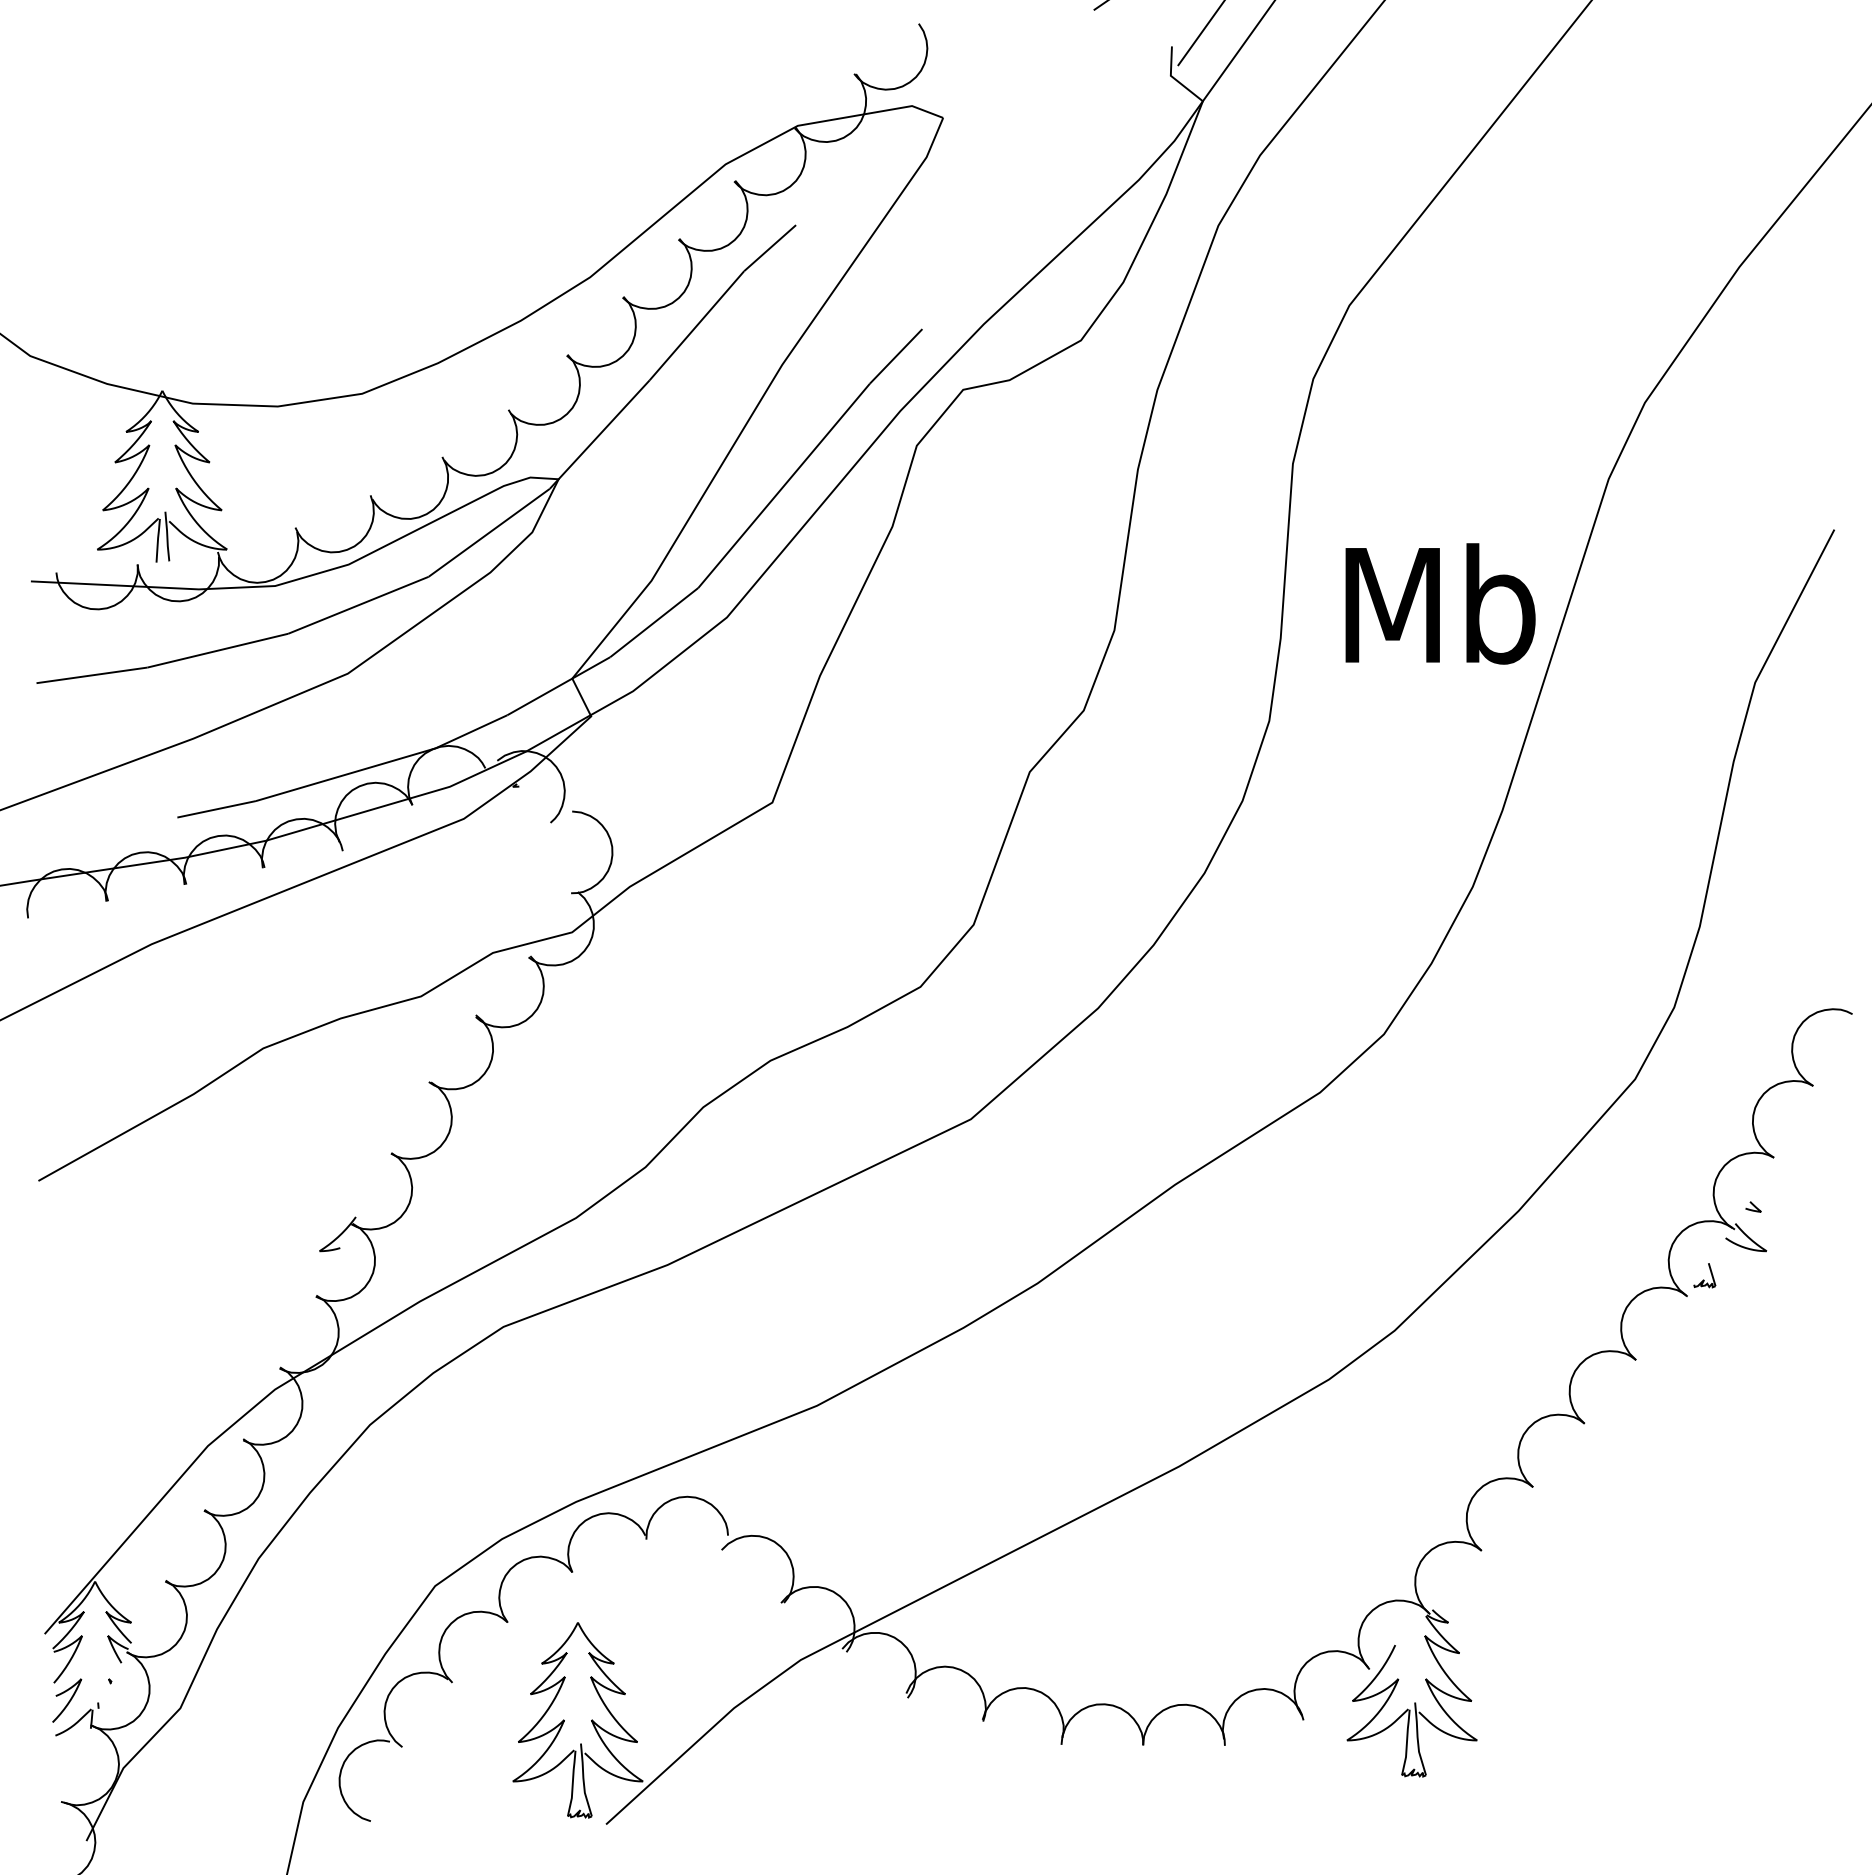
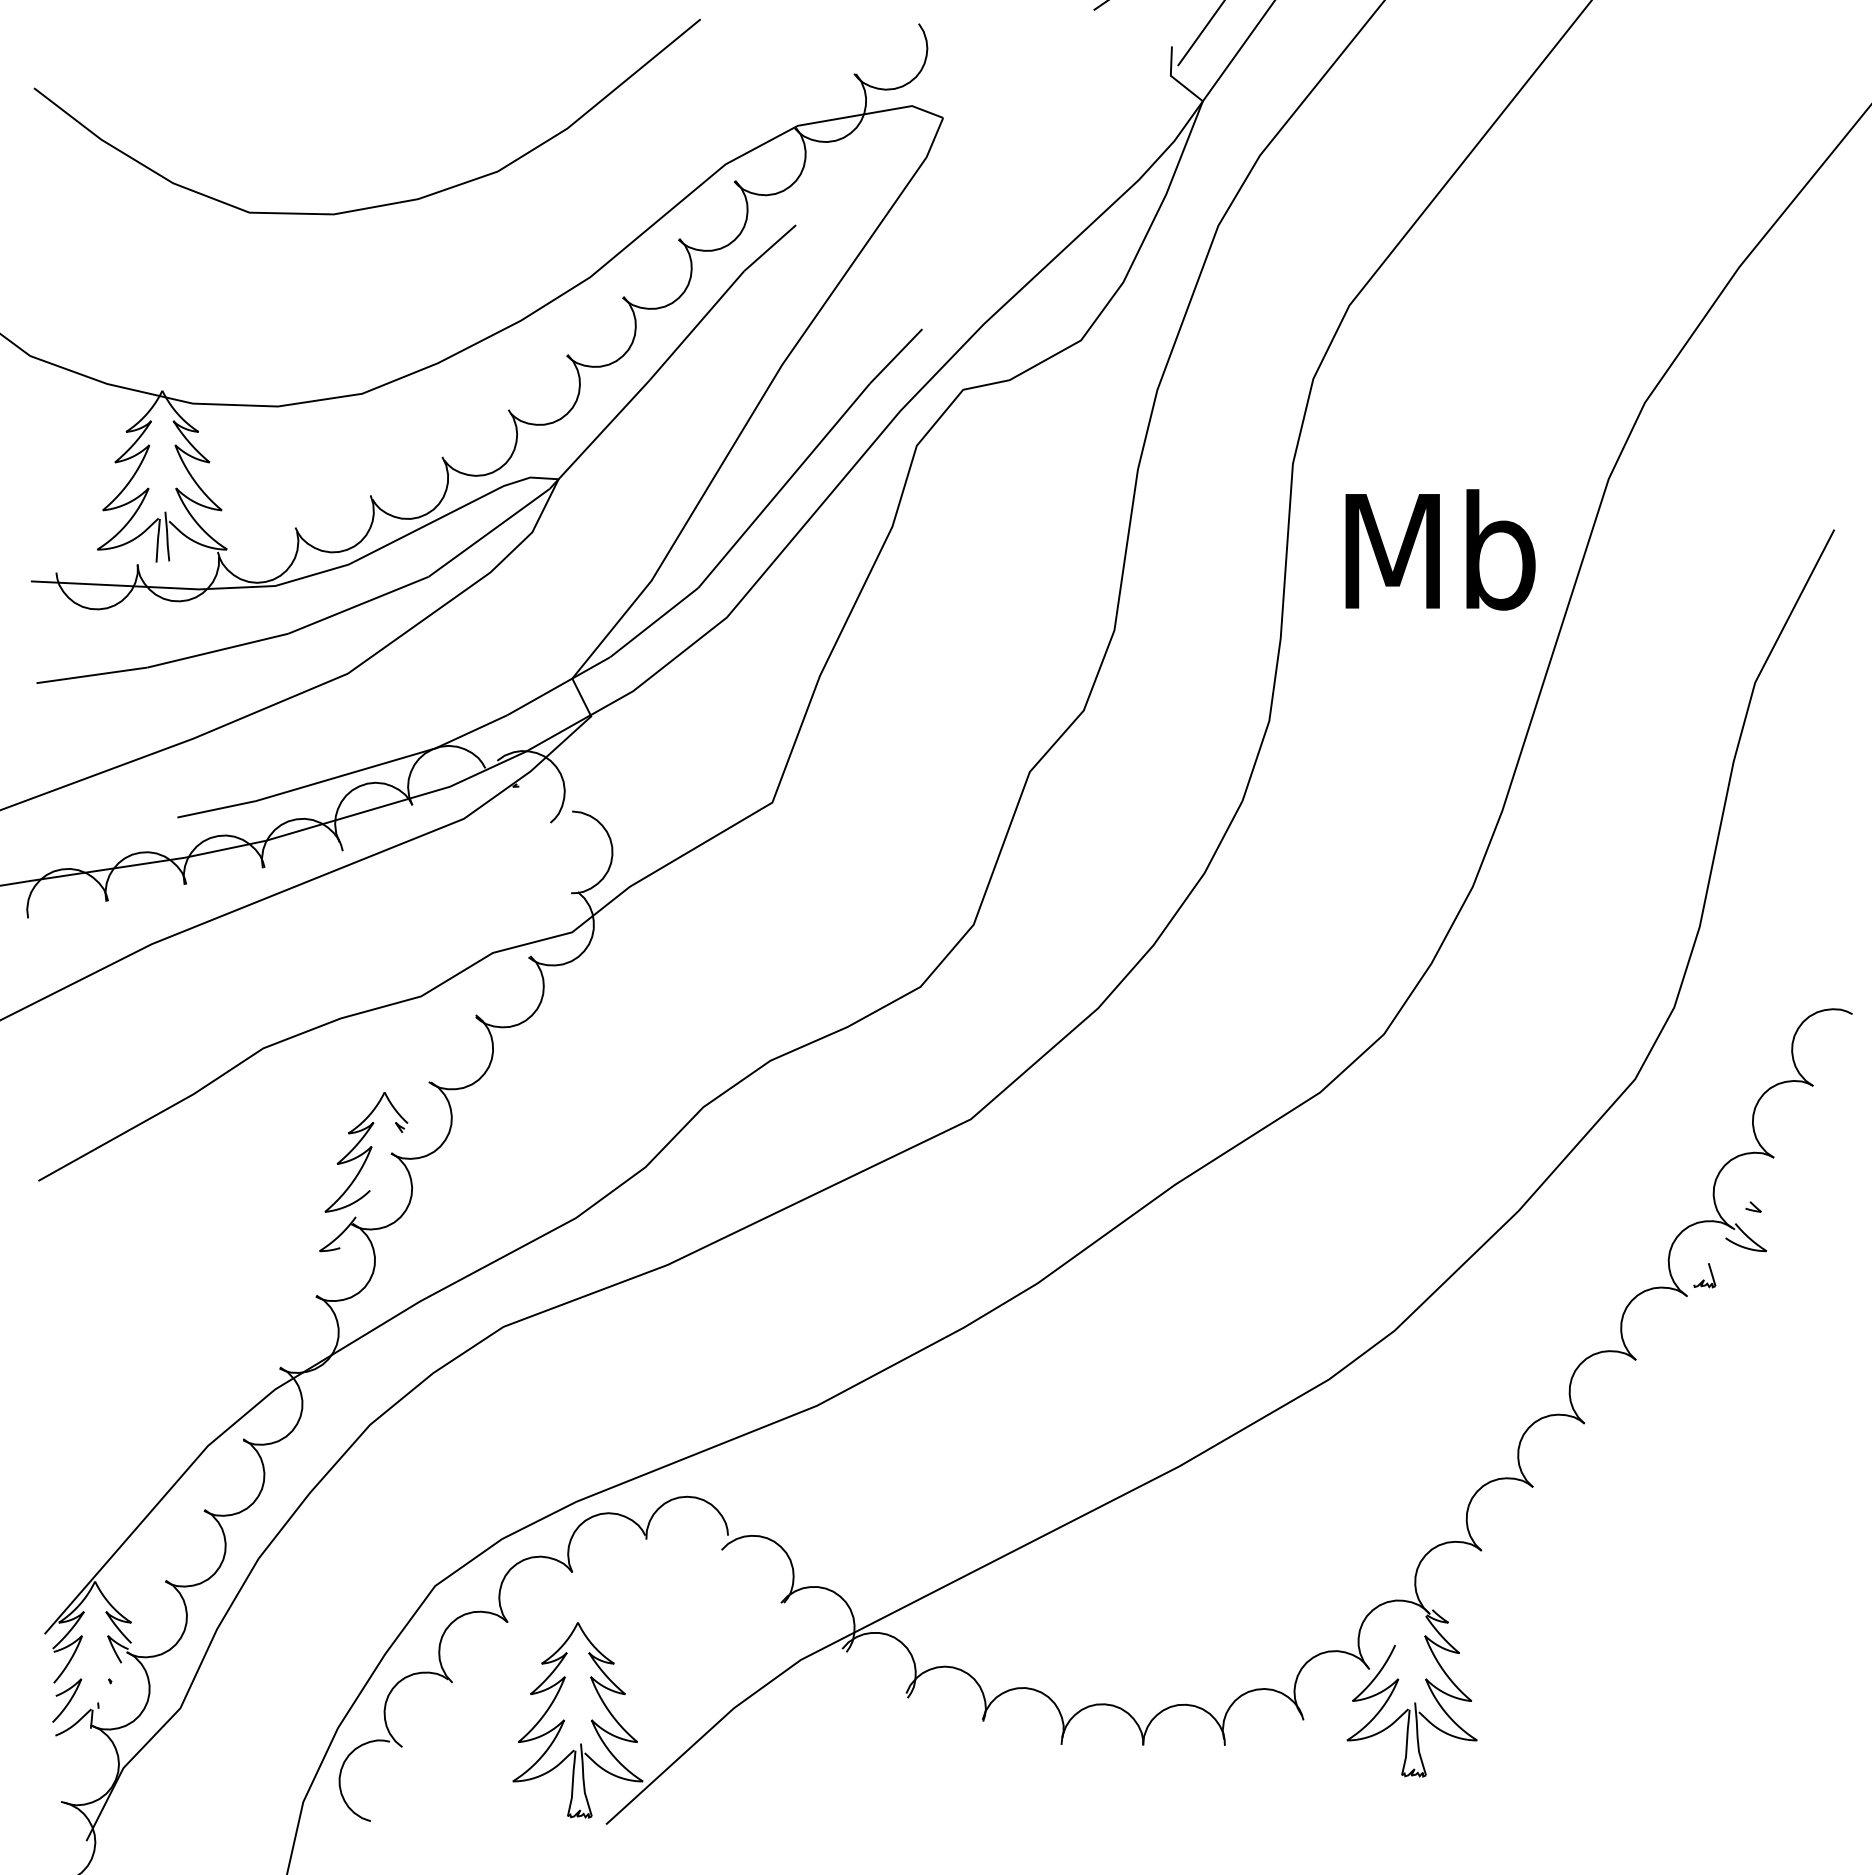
curve at (381, 204): none -> present
text at (1440, 603) position: (1440, 603) -> (1440, 549)
part at (366, 1152): none -> present
